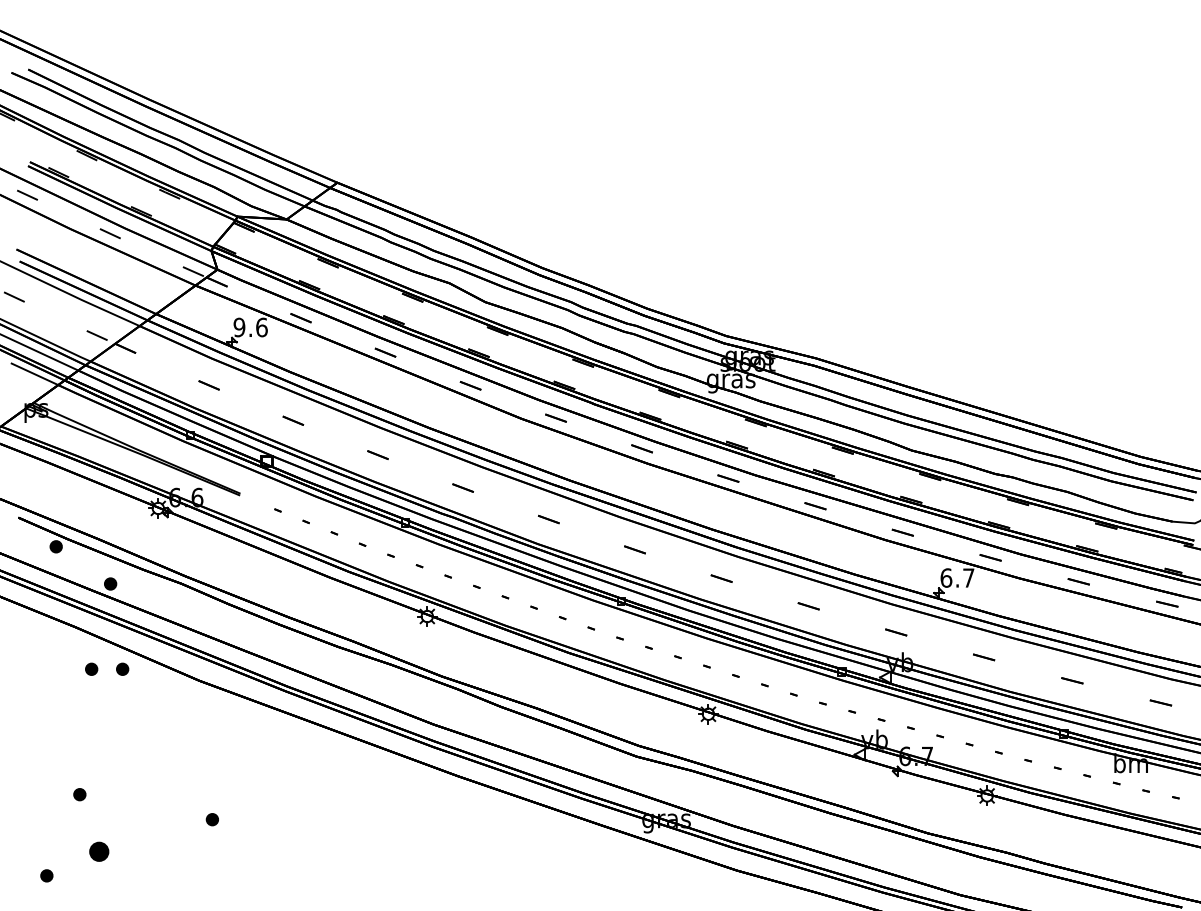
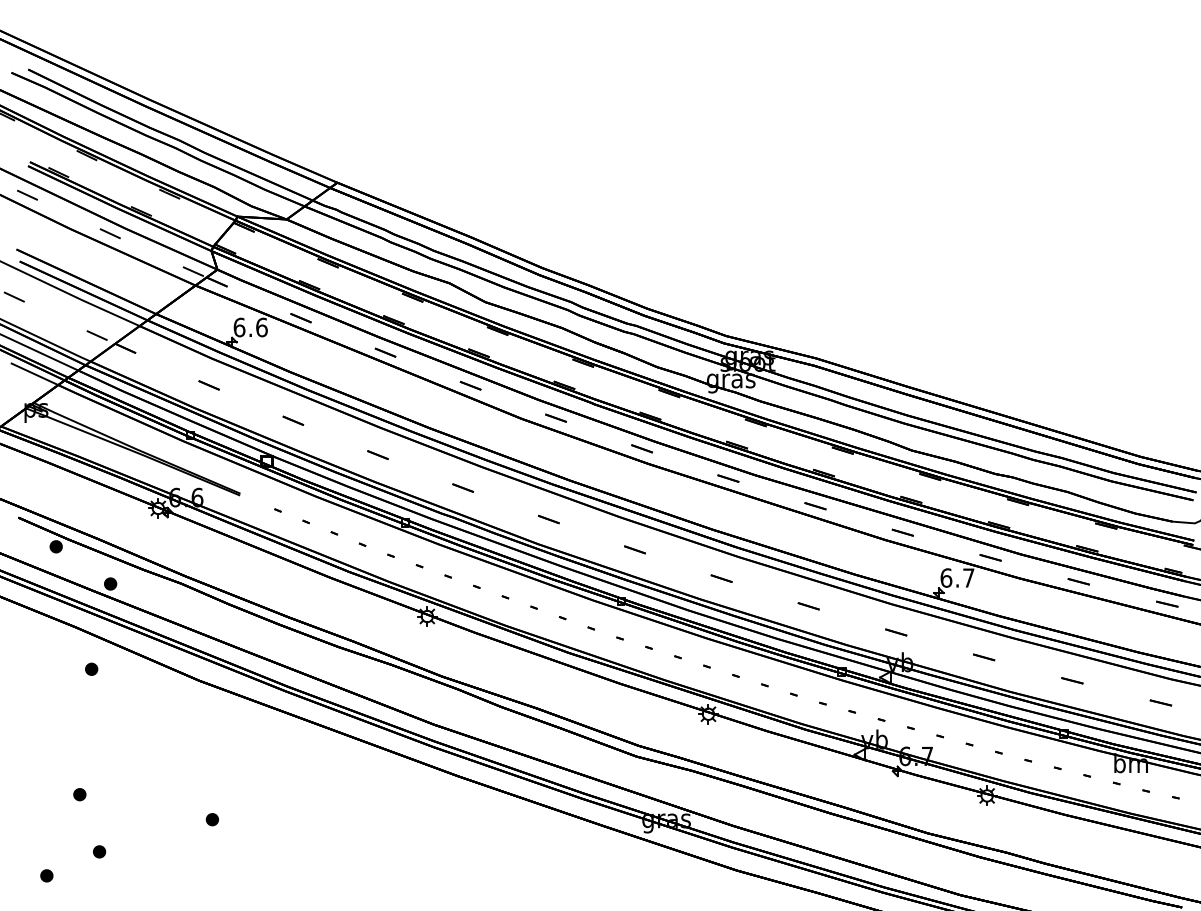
text at (239, 327): 9.6 -> 6.6
part at (122, 668): present -> none
part at (99, 851) size: 21x21 px -> 14x14 px
